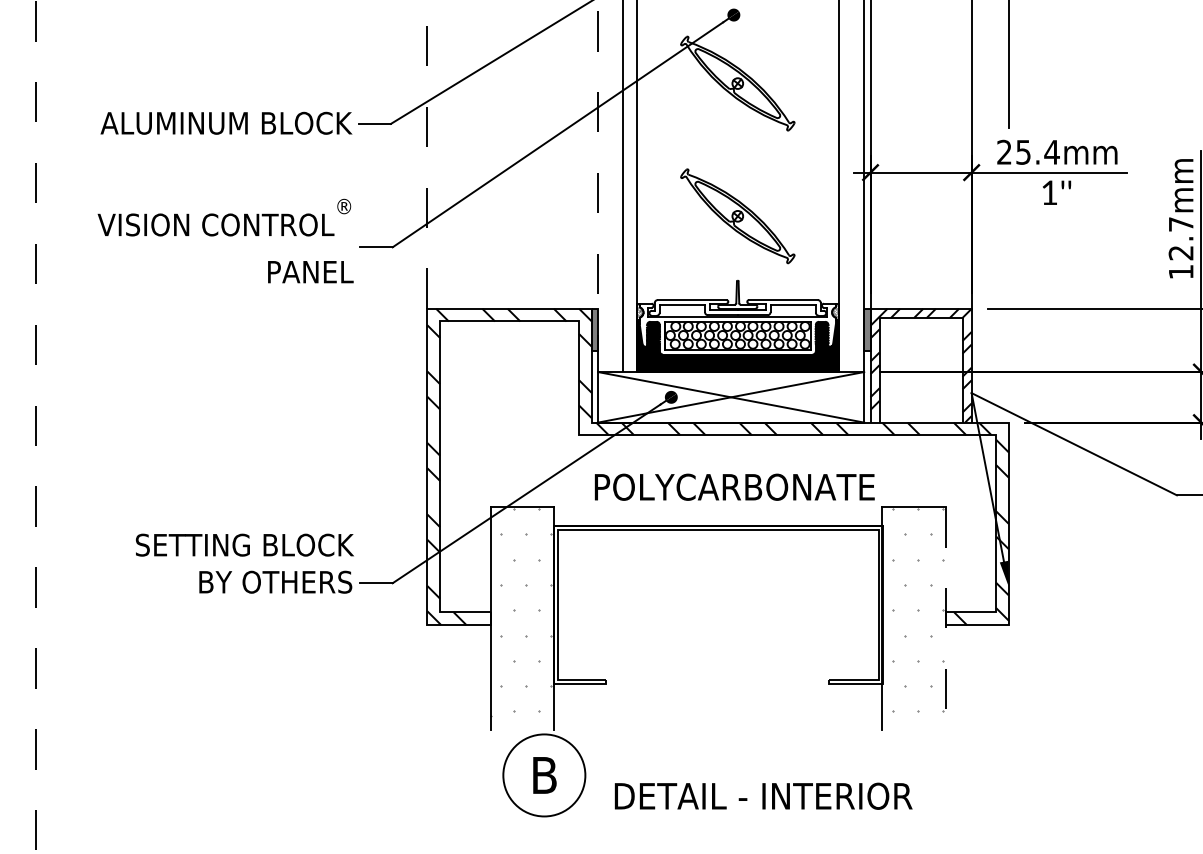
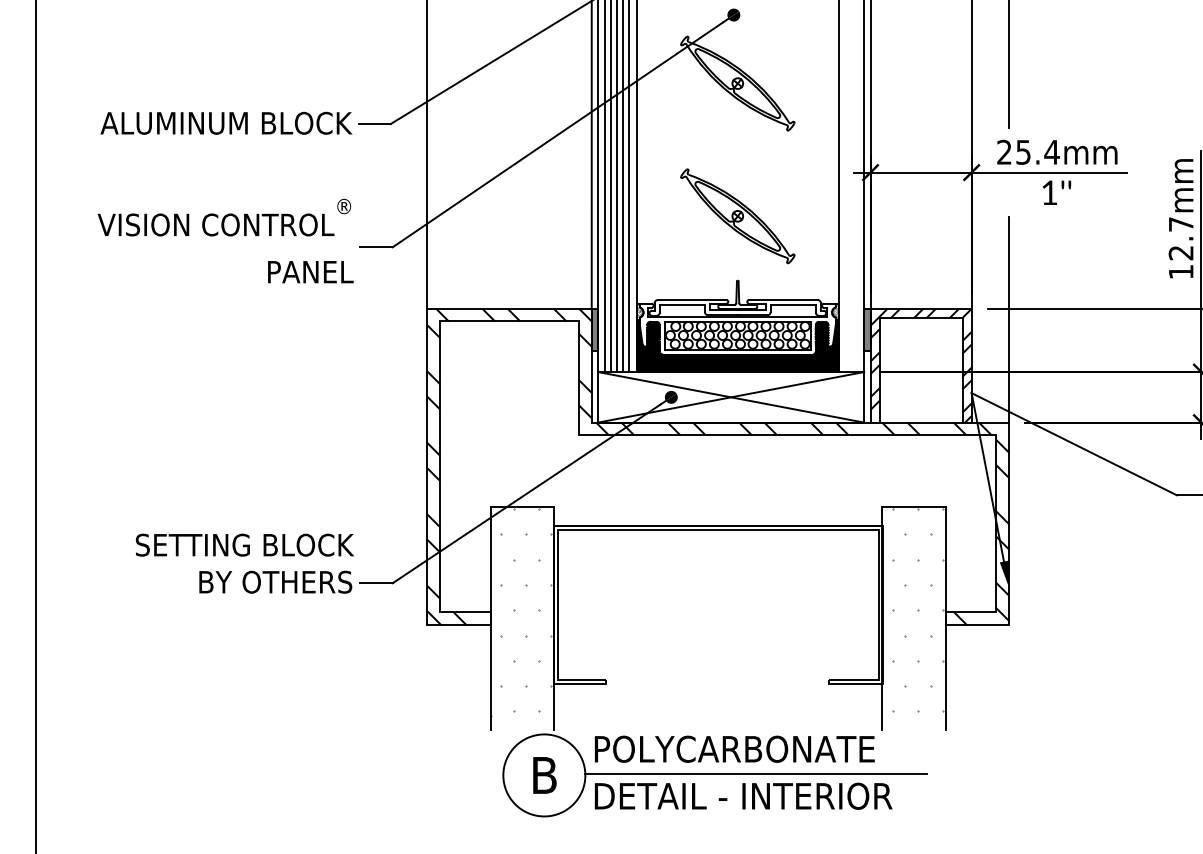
line at (427, 154): dashed -> solid
line at (591, 155): none -> present
line at (598, 186): dashed -> solid
line at (604, 187): none -> present
line at (610, 187): none -> present
line at (617, 187): none -> present
line at (629, 187): none -> present
line at (1008, 319): none -> present
line at (36, 426): dashed -> solid
text at (734, 486) position: (734, 486) -> (734, 748)
line at (945, 618): dashed -> solid
line at (756, 774): none -> present
text at (763, 795) position: (763, 795) -> (743, 795)
